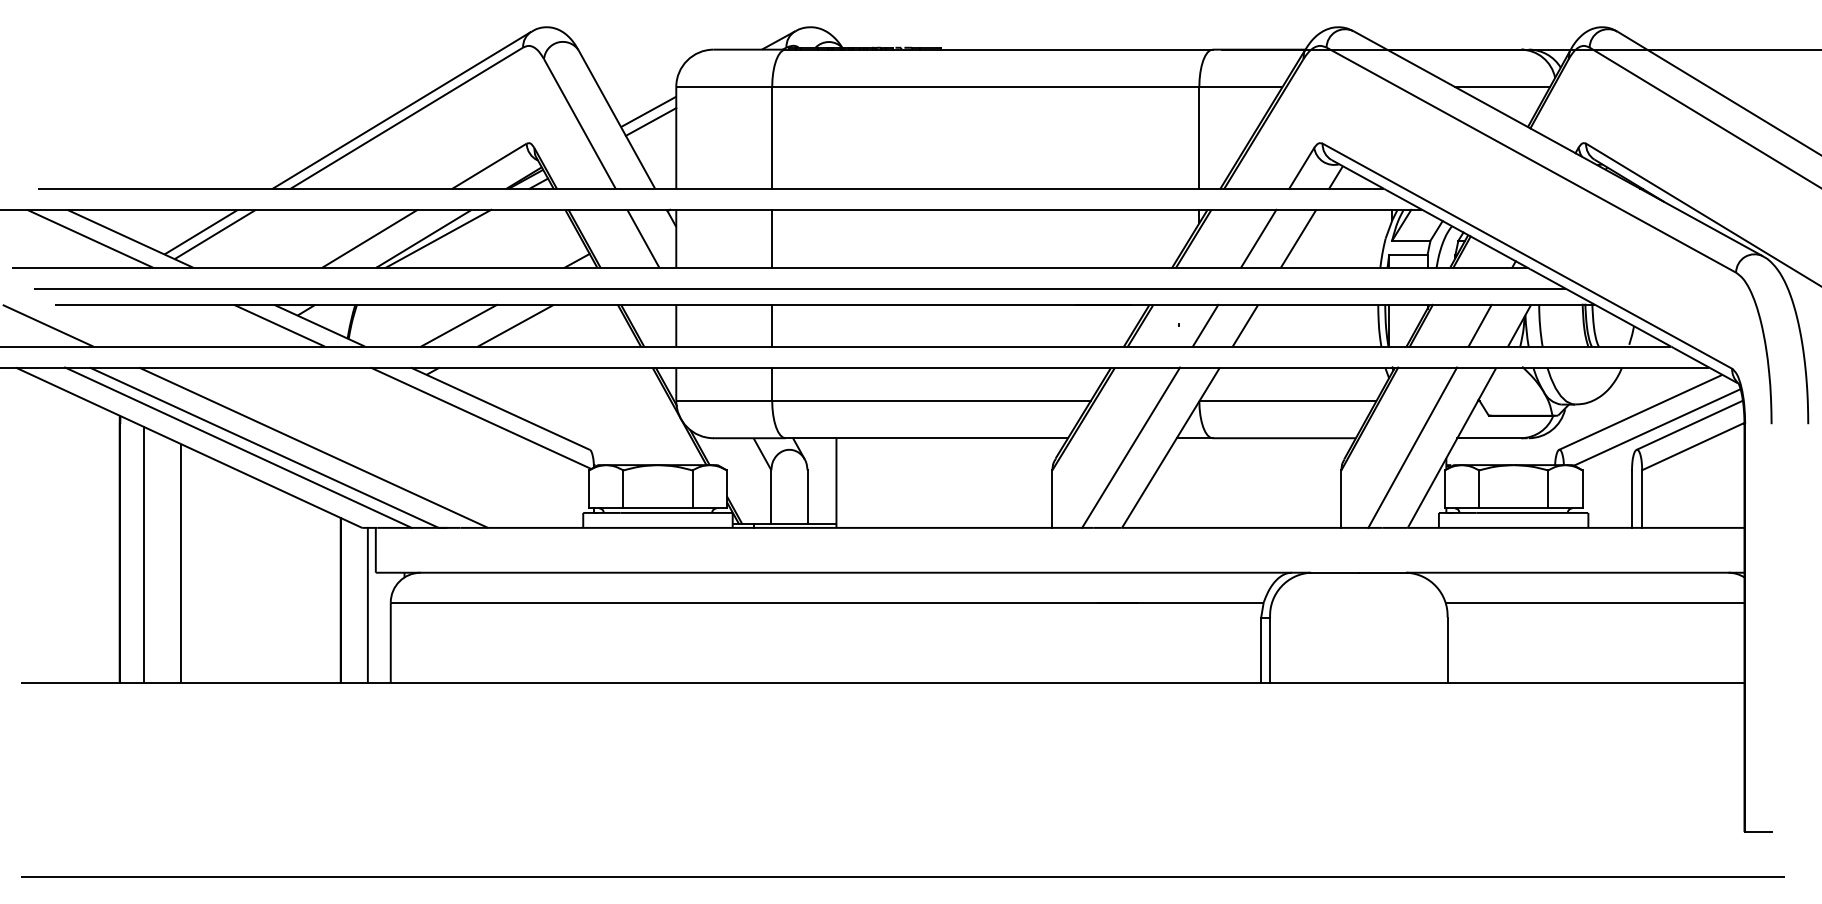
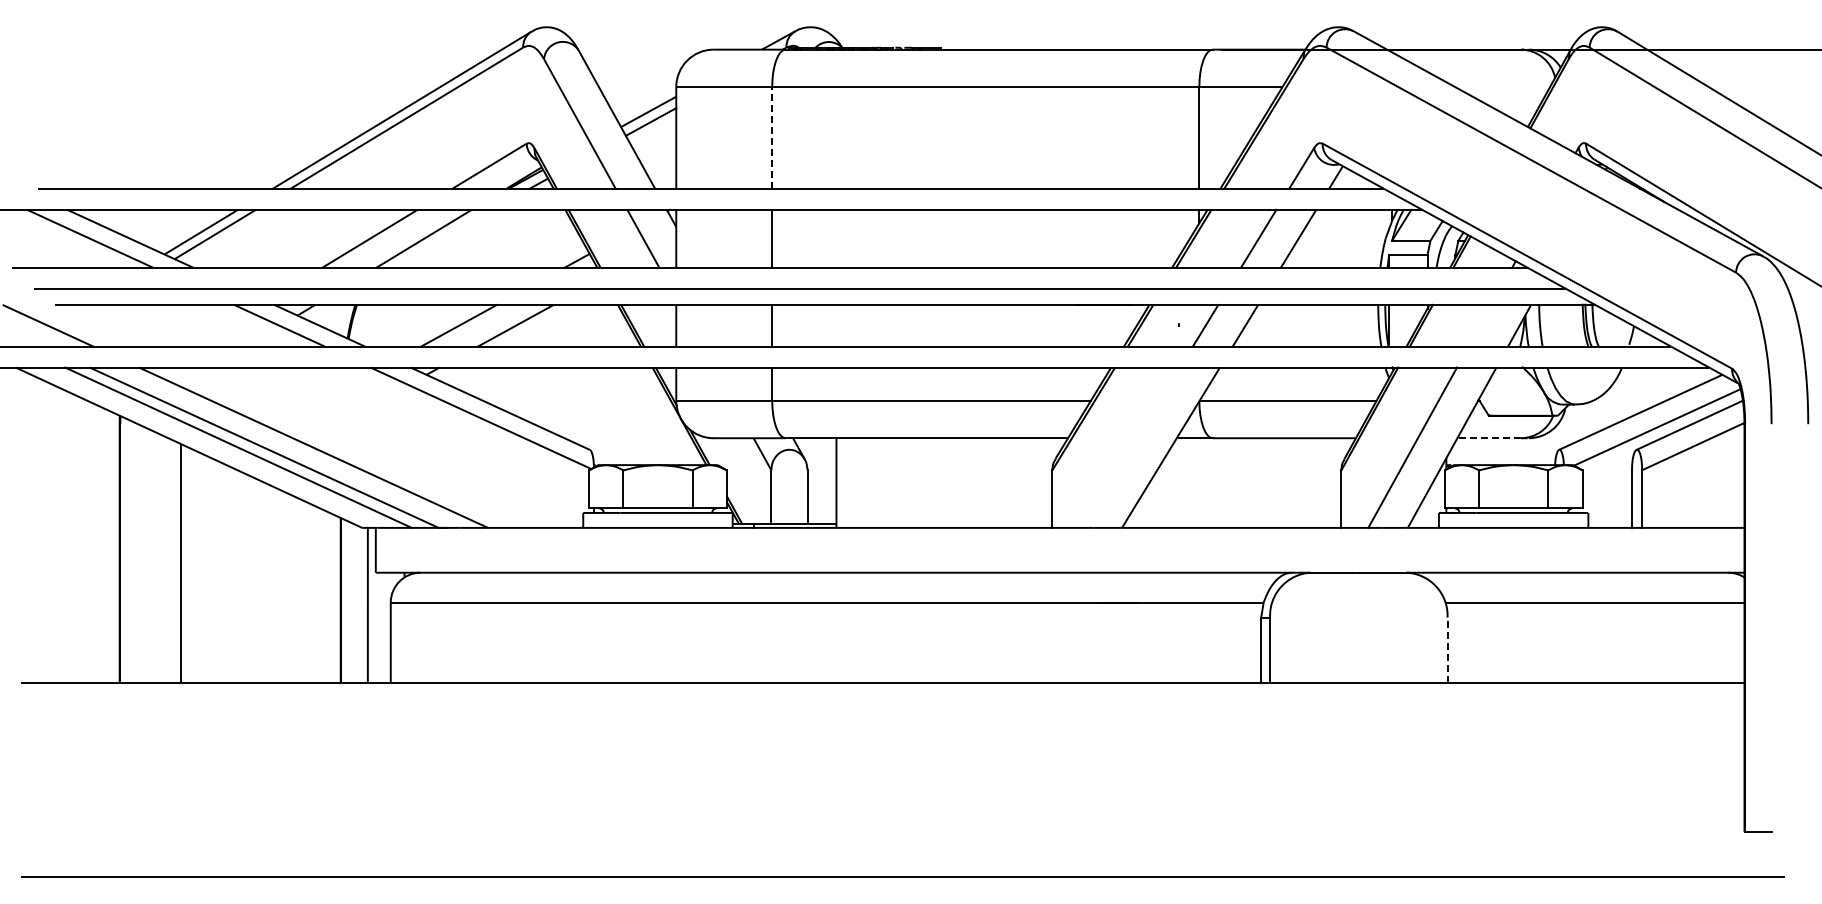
line at (1502, 87): present -> none
line at (772, 137): solid -> dashed
line at (438, 238): present -> none
line at (1479, 325): present -> none
line at (1489, 438): solid -> dashed
line at (1131, 447): present -> none
line at (144, 554): present -> none
line at (1447, 650): solid -> dashed
